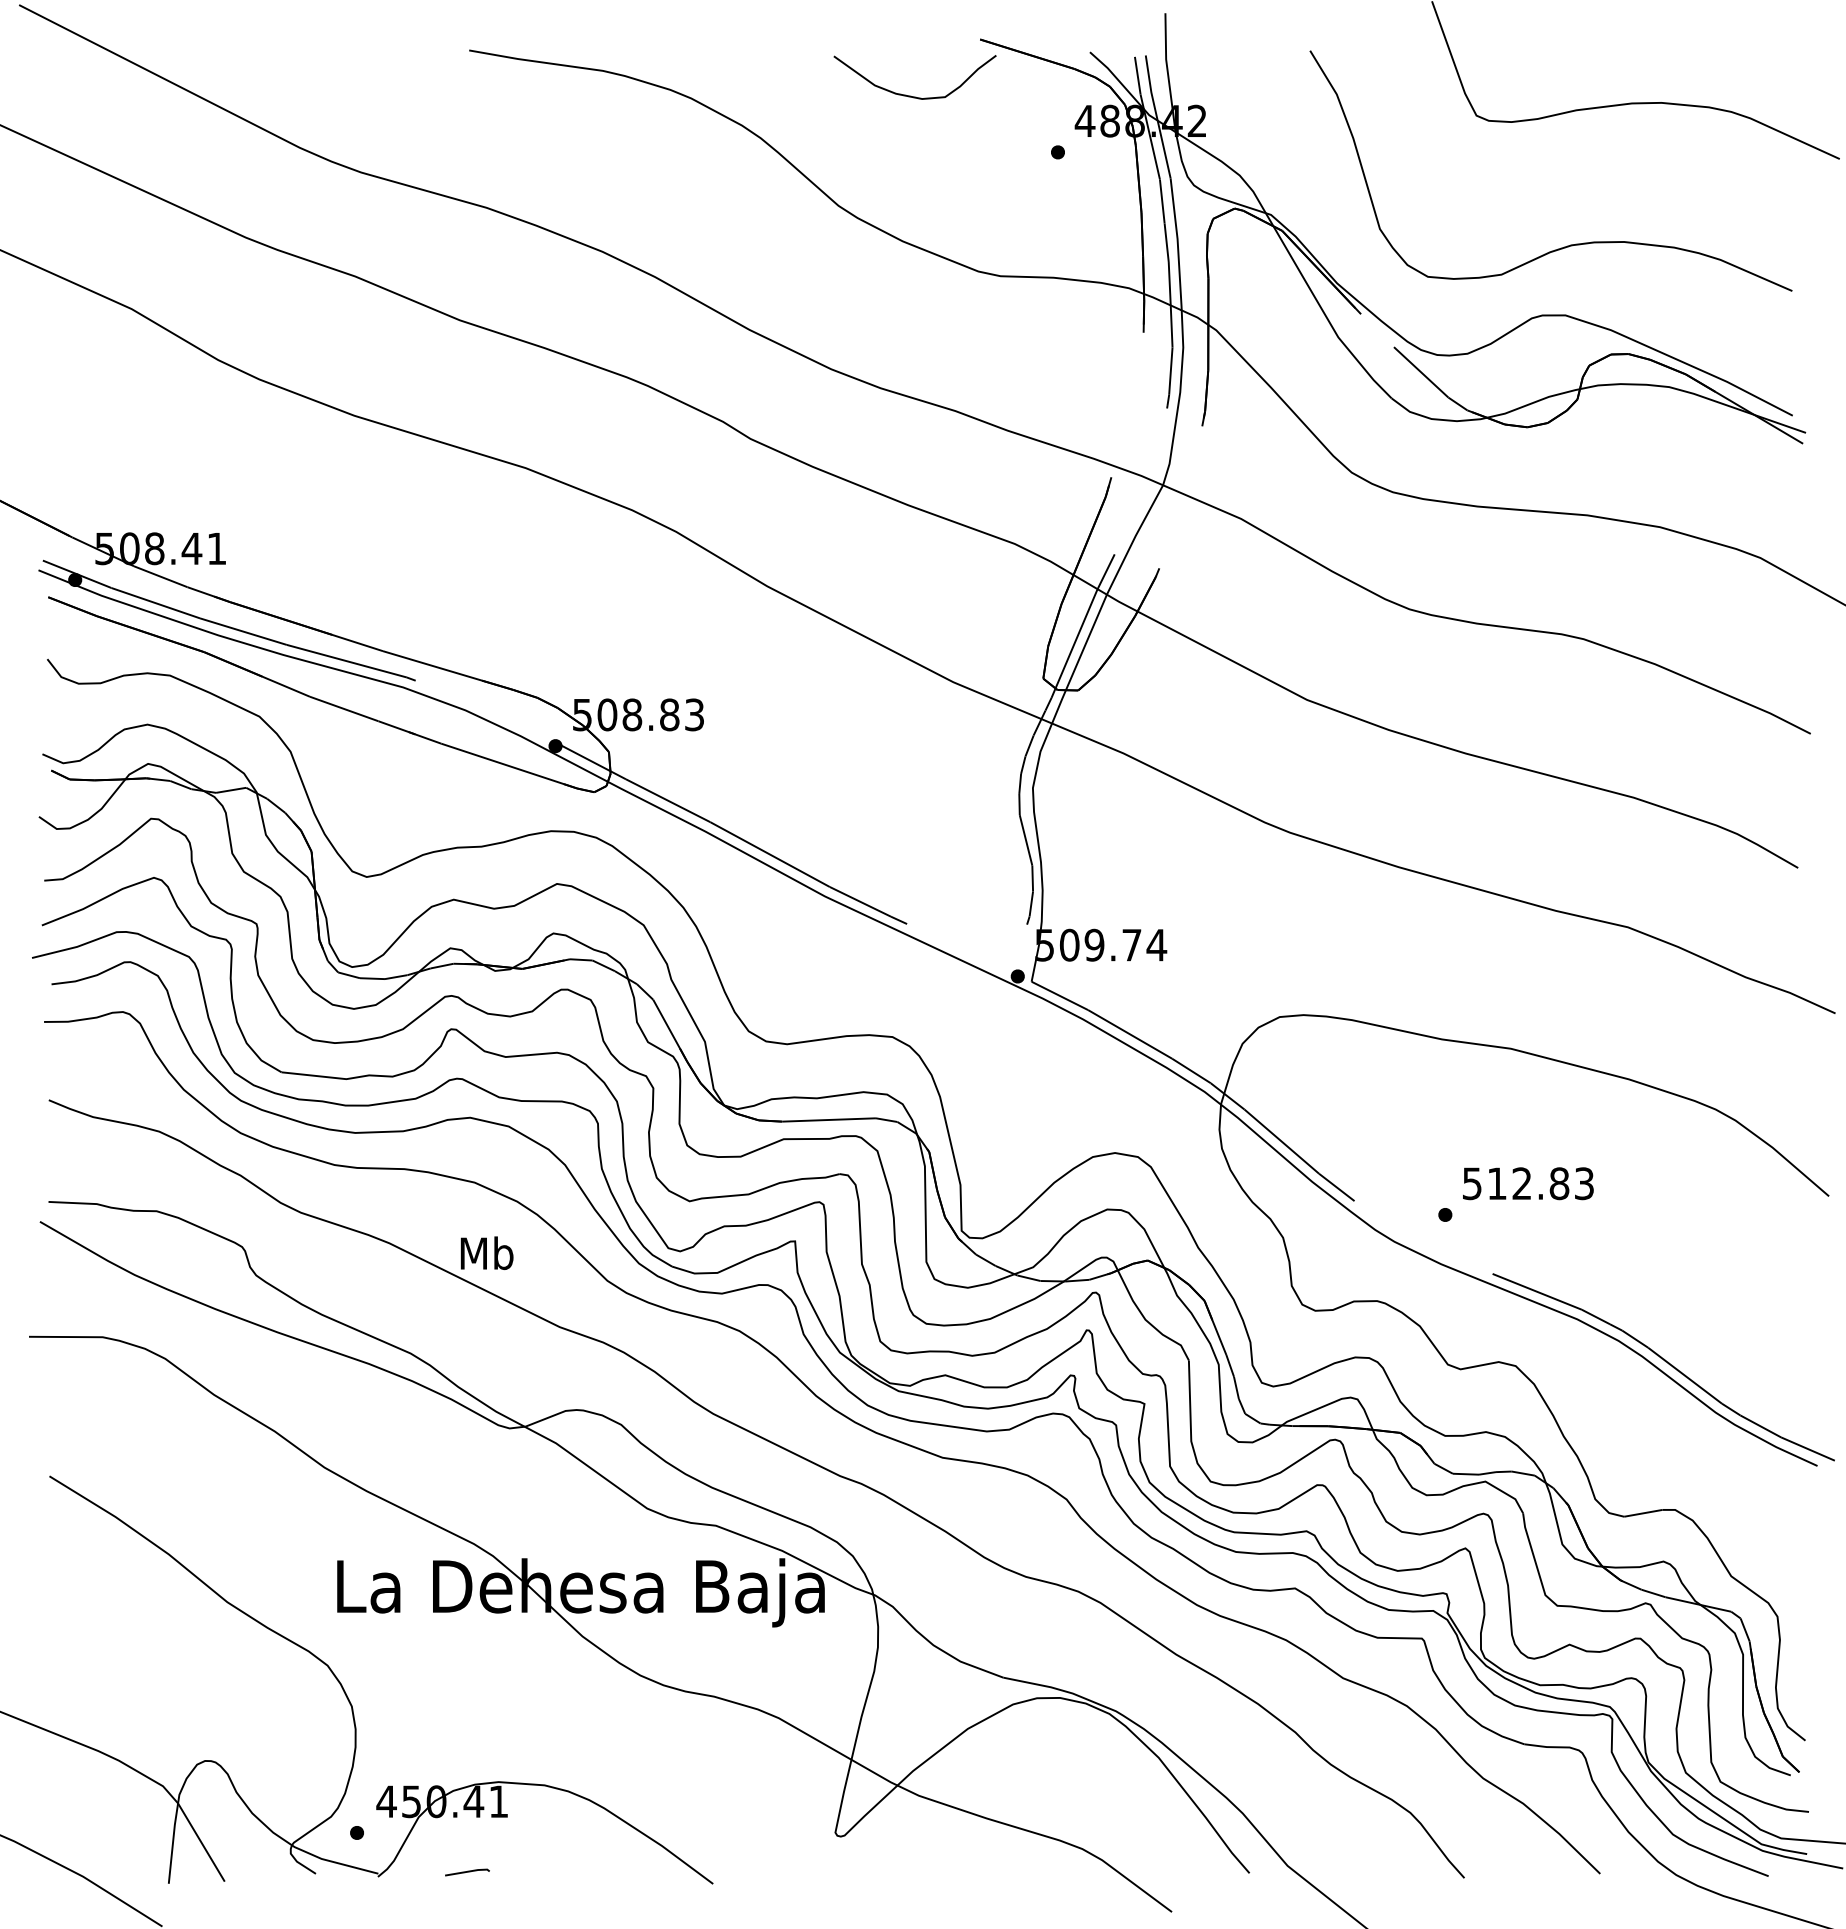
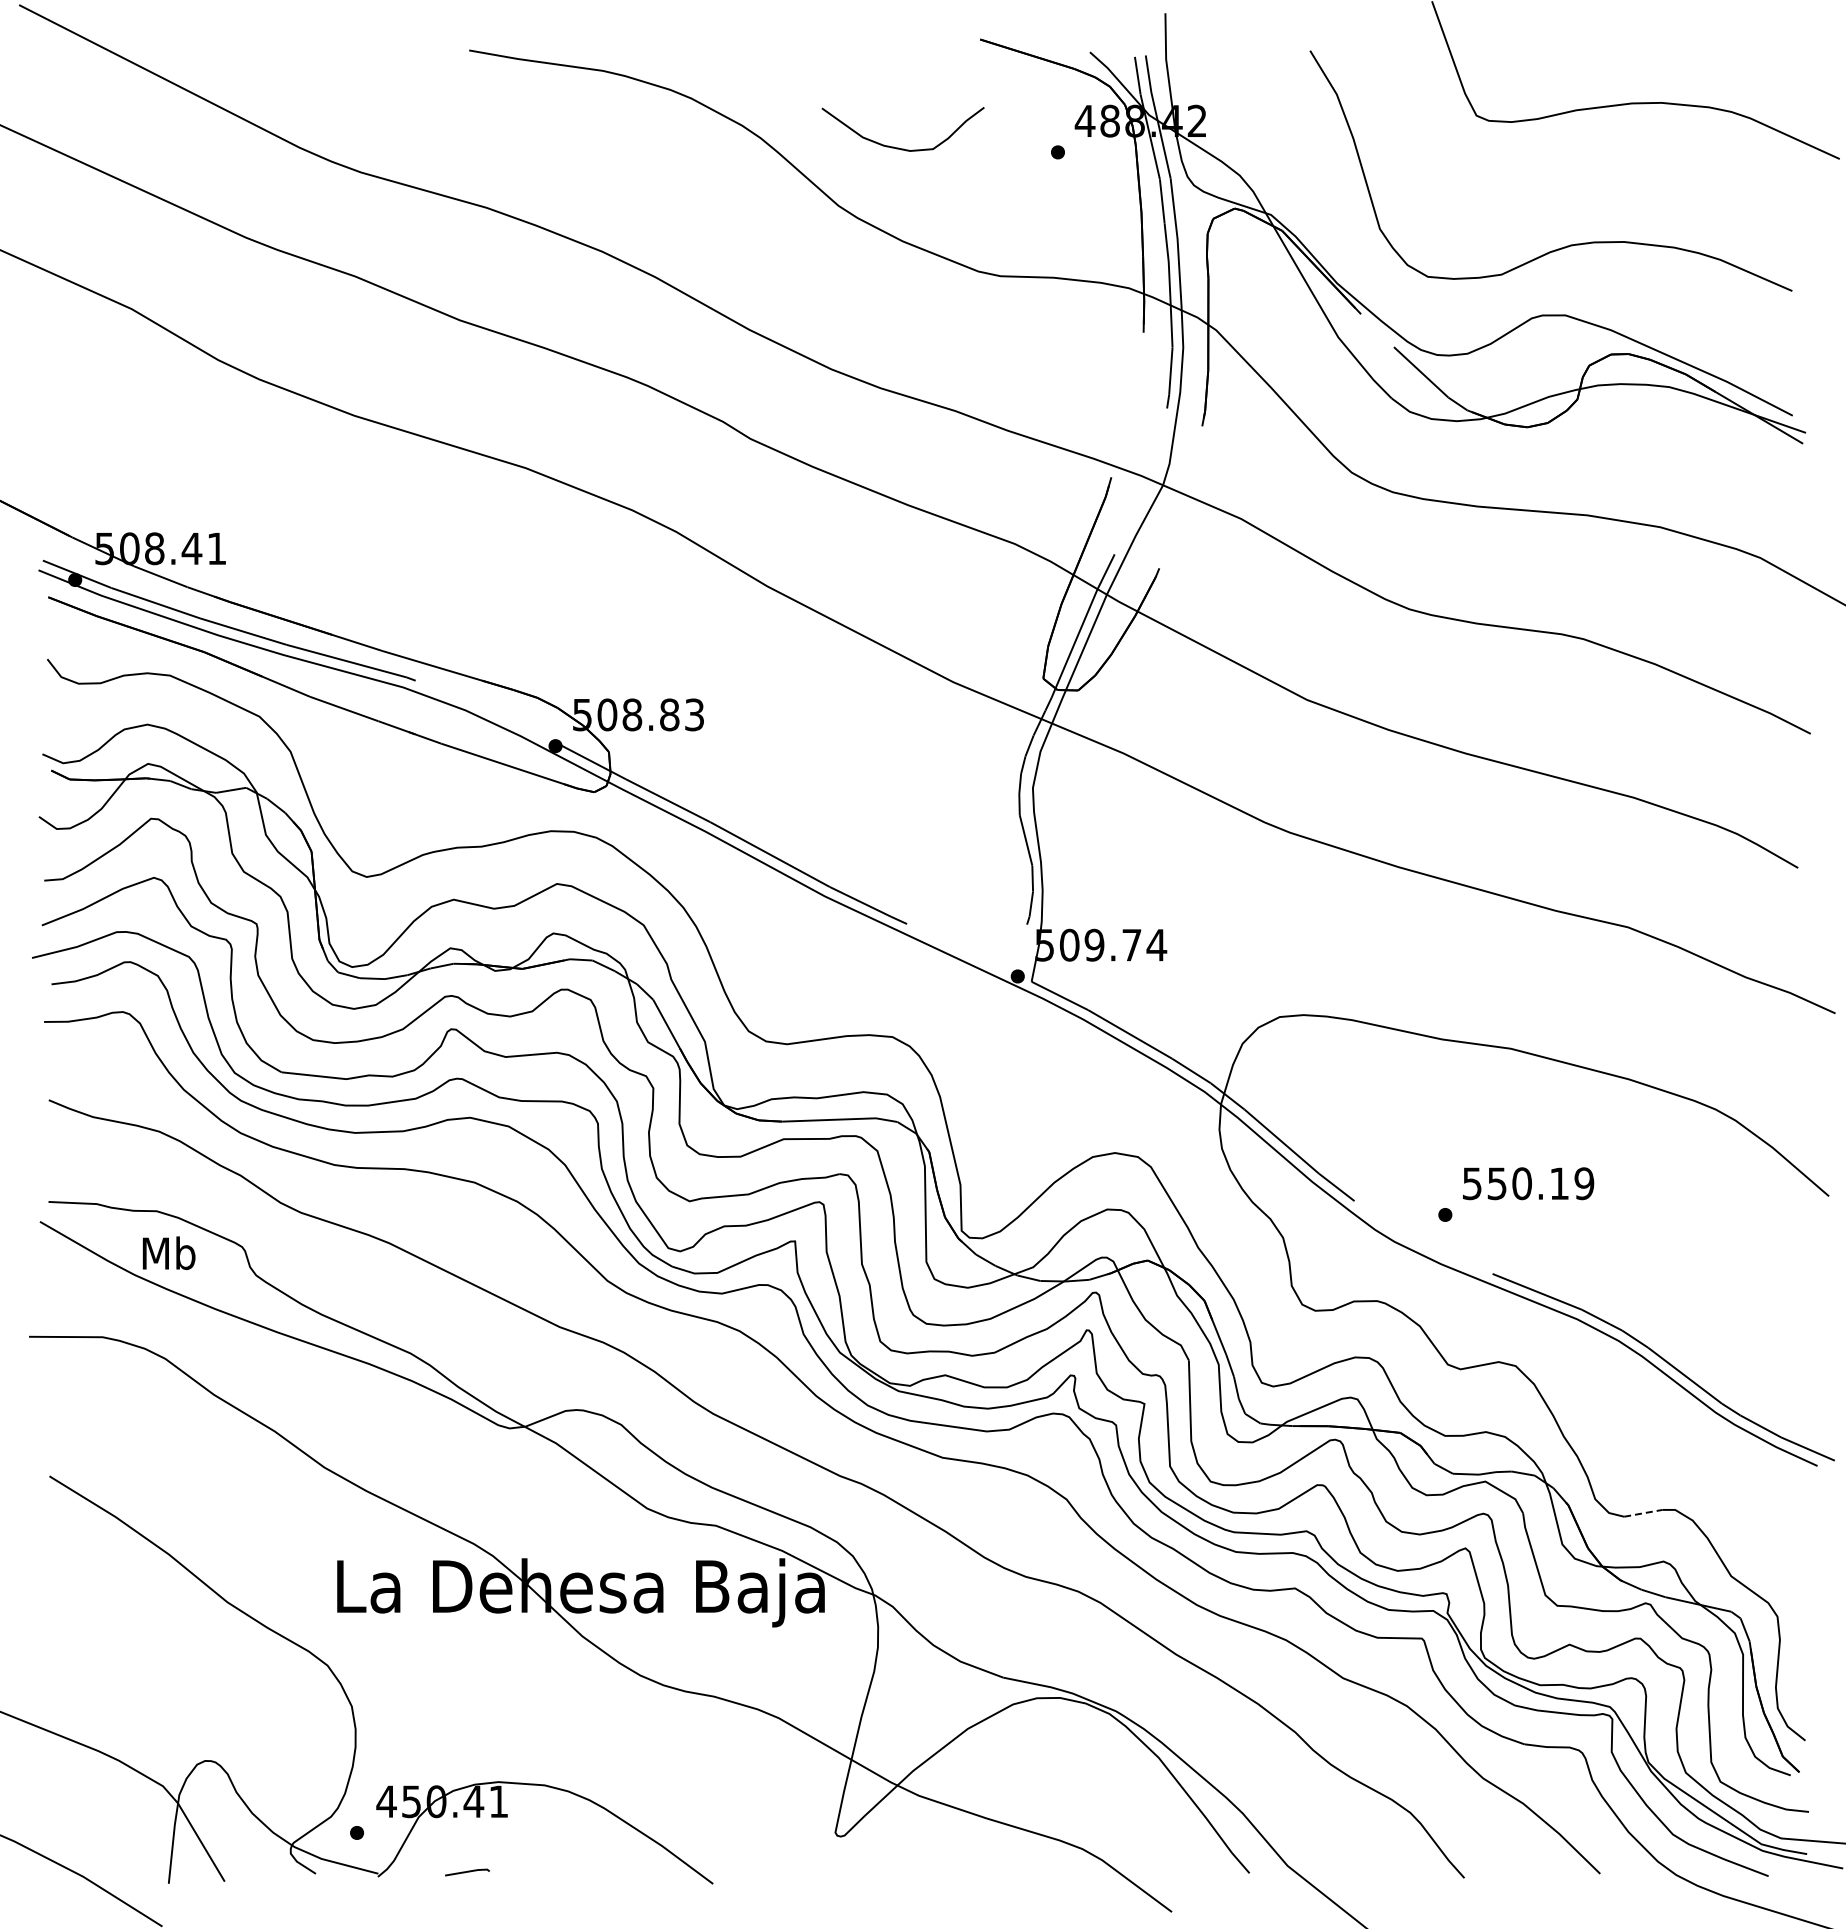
curve at (910, 95) position: (910, 95) -> (898, 147)
text at (1540, 1183): 512.83 -> 550.19
text at (486, 1252) position: (486, 1252) -> (168, 1252)
line at (1643, 1513): solid -> dashed
